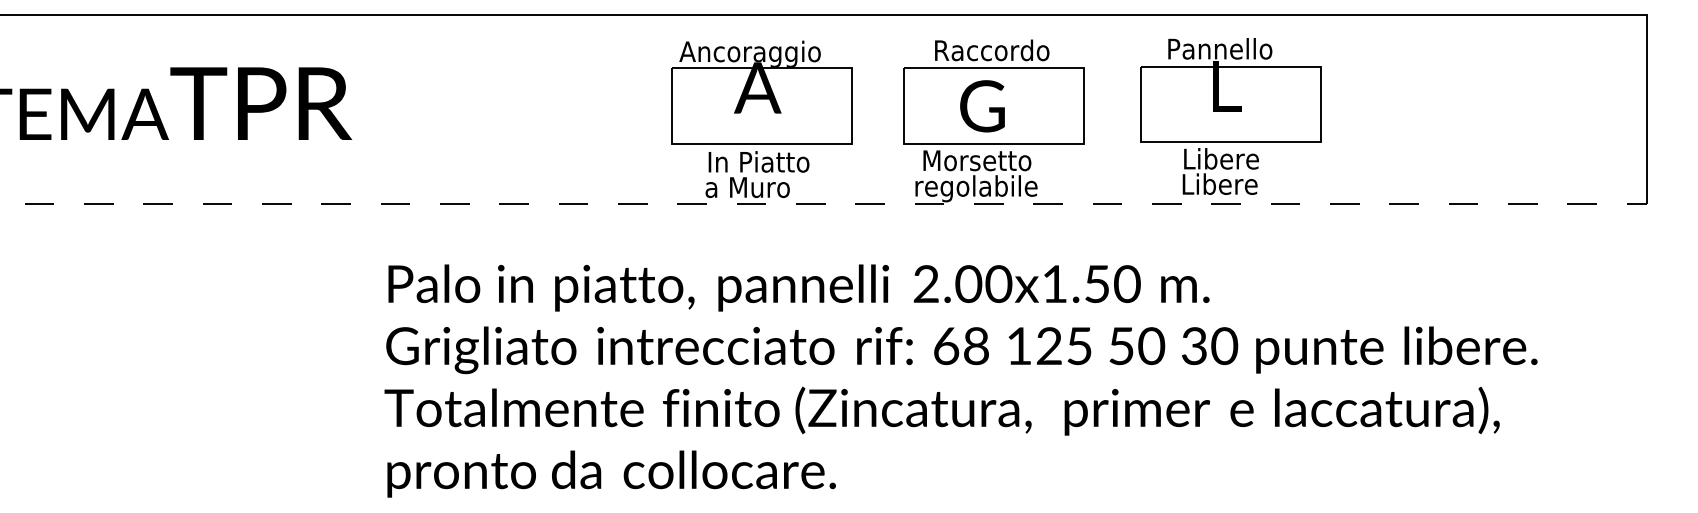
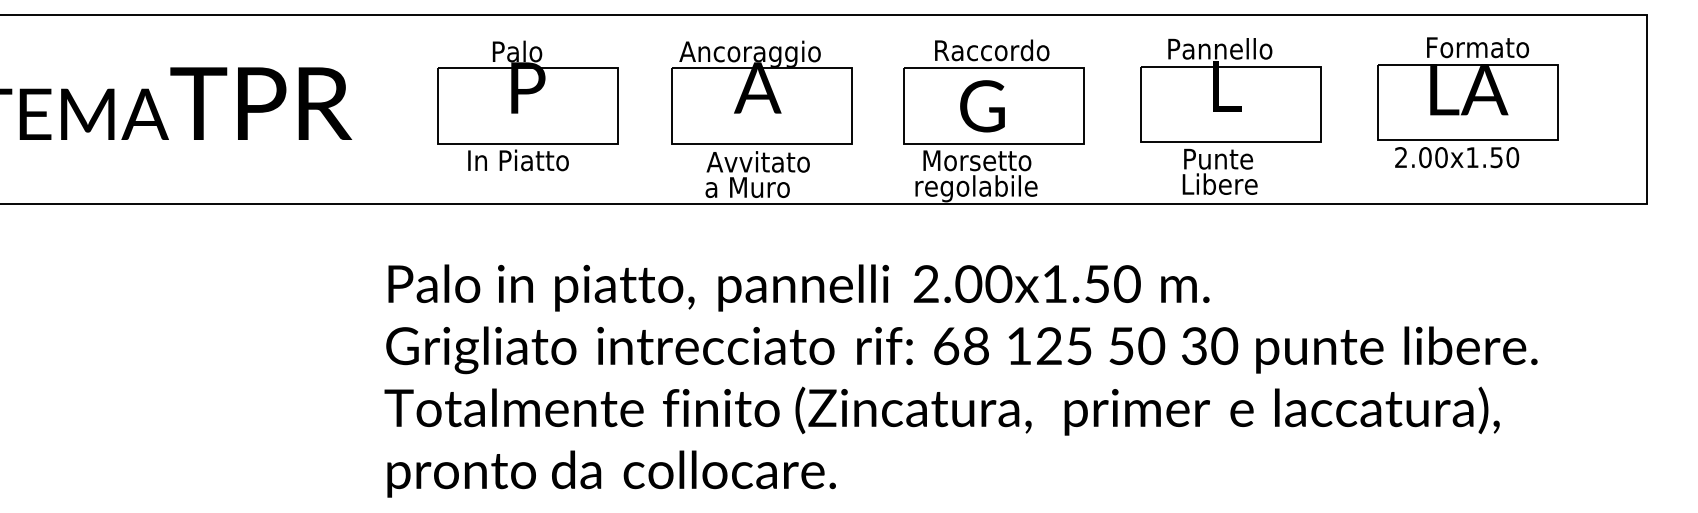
part at (1467, 102): none -> present
part at (527, 105): none -> present
text at (1222, 158): Libere -> Punte
text at (757, 161): In Piatto -> Avvitato
line at (824, 203): dashed -> solid
